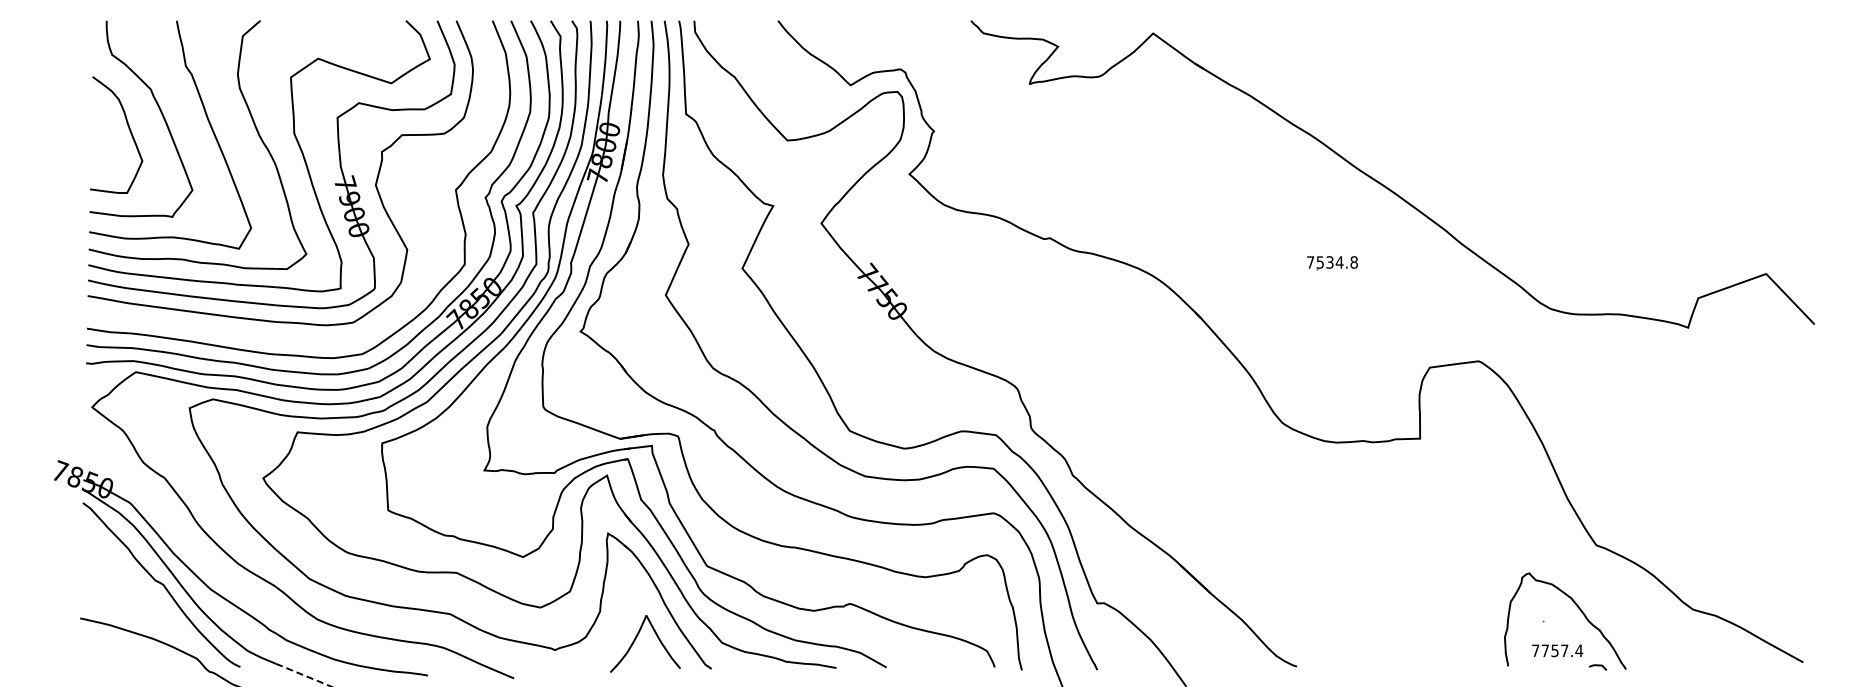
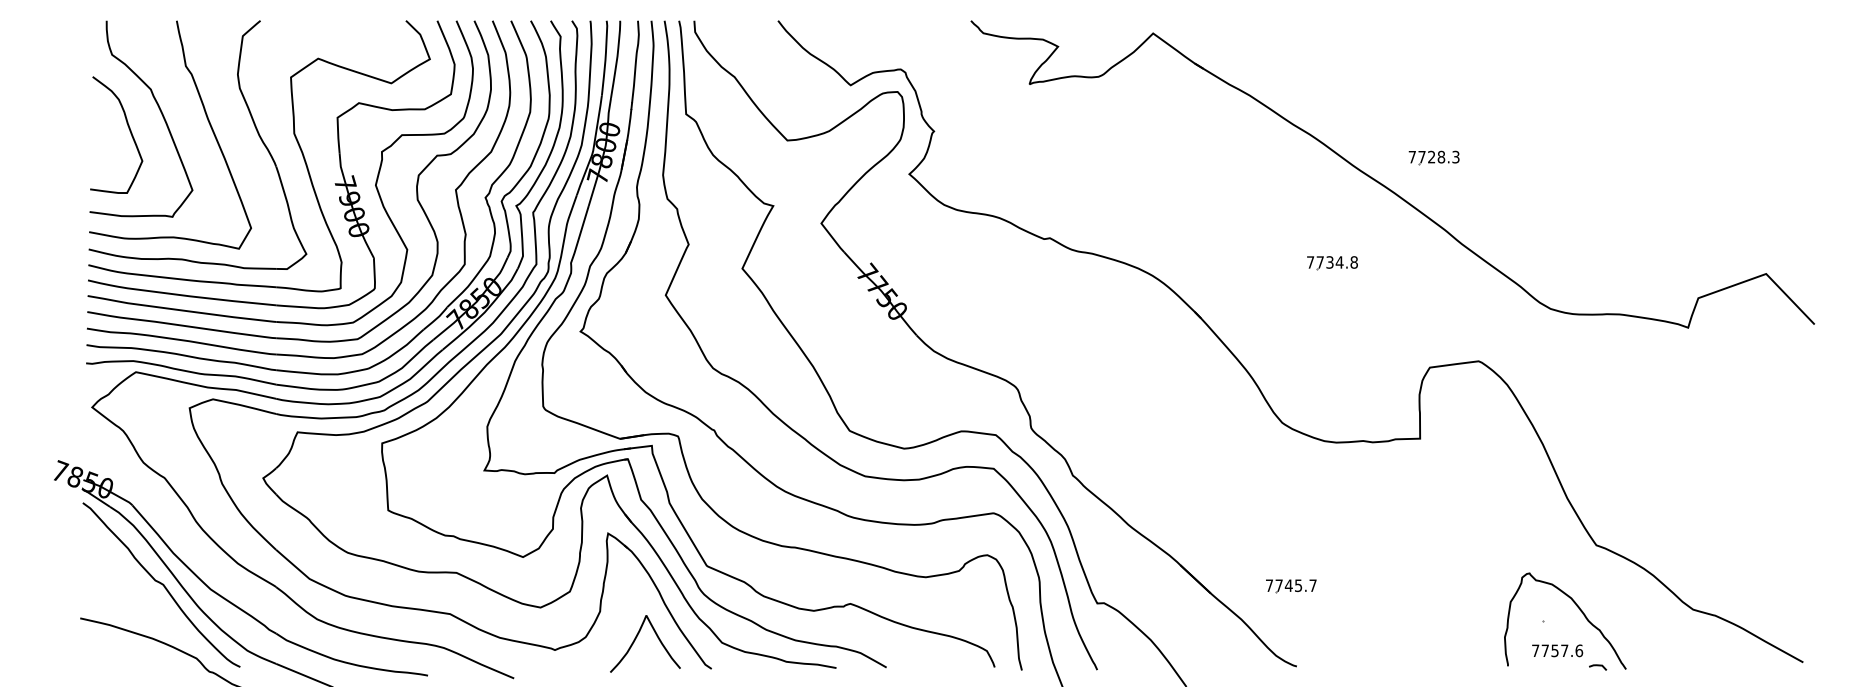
part at (1433, 157): none -> present
part at (416, 181): none -> present
text at (1319, 262): 7534.8 -> 7734.8
part at (1291, 586): none -> present
text at (1579, 650): 7757.4 -> 7757.6
line at (303, 675): dashed -> solid
